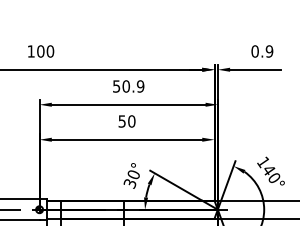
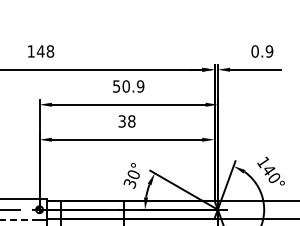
text at (45, 51): 100 -> 148
text at (127, 121): 50 -> 38
line at (20, 220): solid -> dashed
